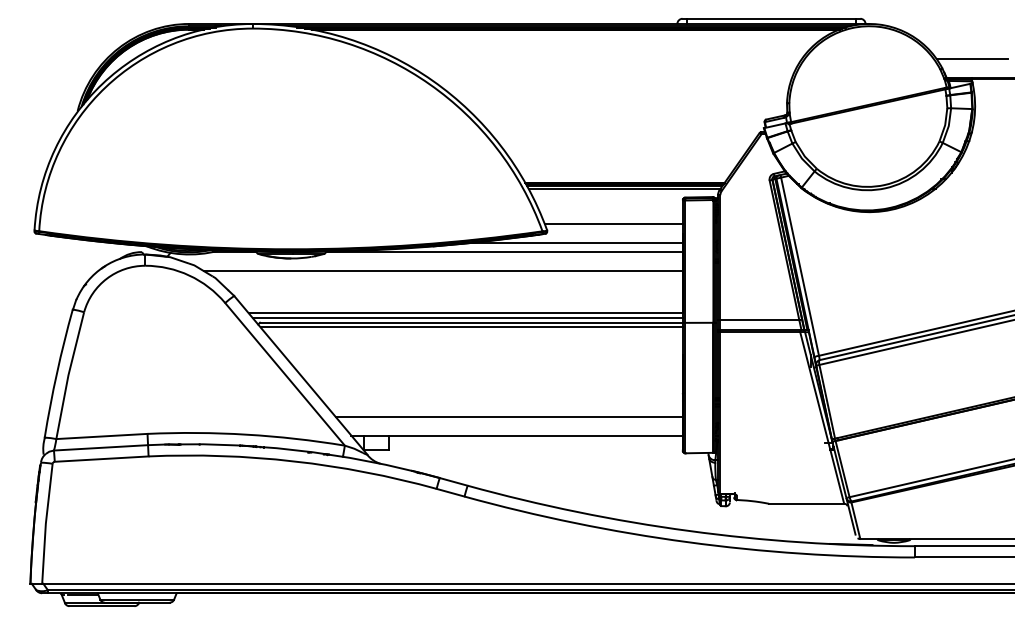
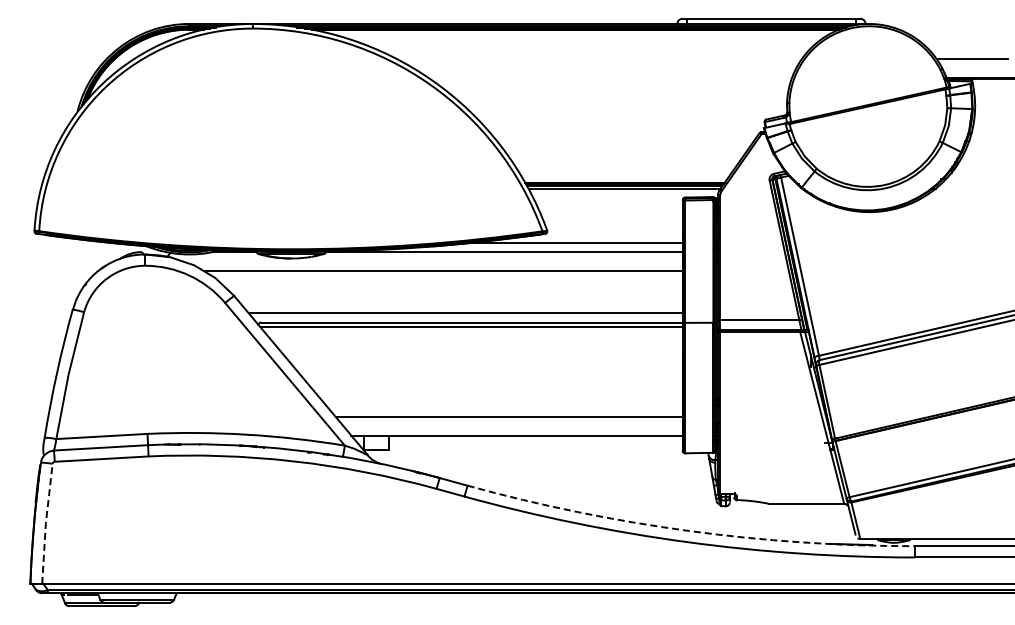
line at (613, 223): present -> none
line at (467, 318): present -> none
line at (45, 523): solid -> dashed
arc at (689, 531): solid -> dashed
